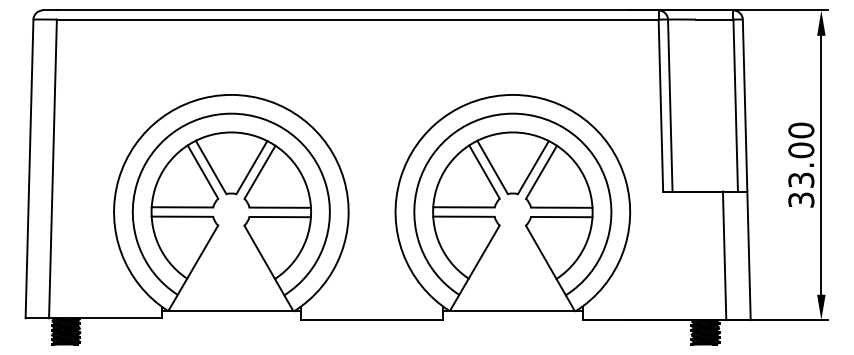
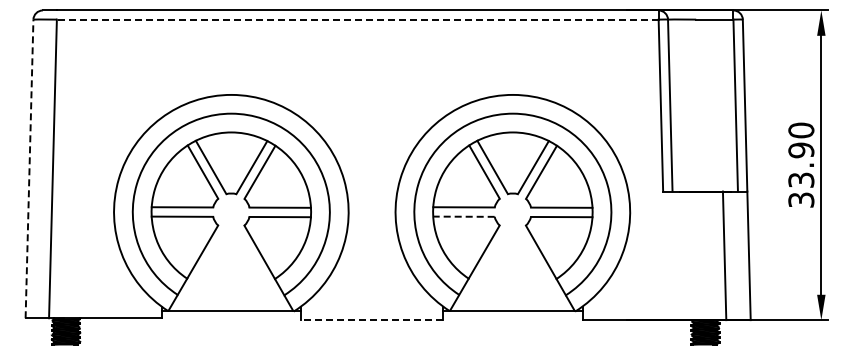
line at (357, 19): solid -> dashed
text at (801, 150): 33.00 -> 33.90
line at (29, 168): solid -> dashed
line at (463, 216): solid -> dashed
line at (372, 320): solid -> dashed
